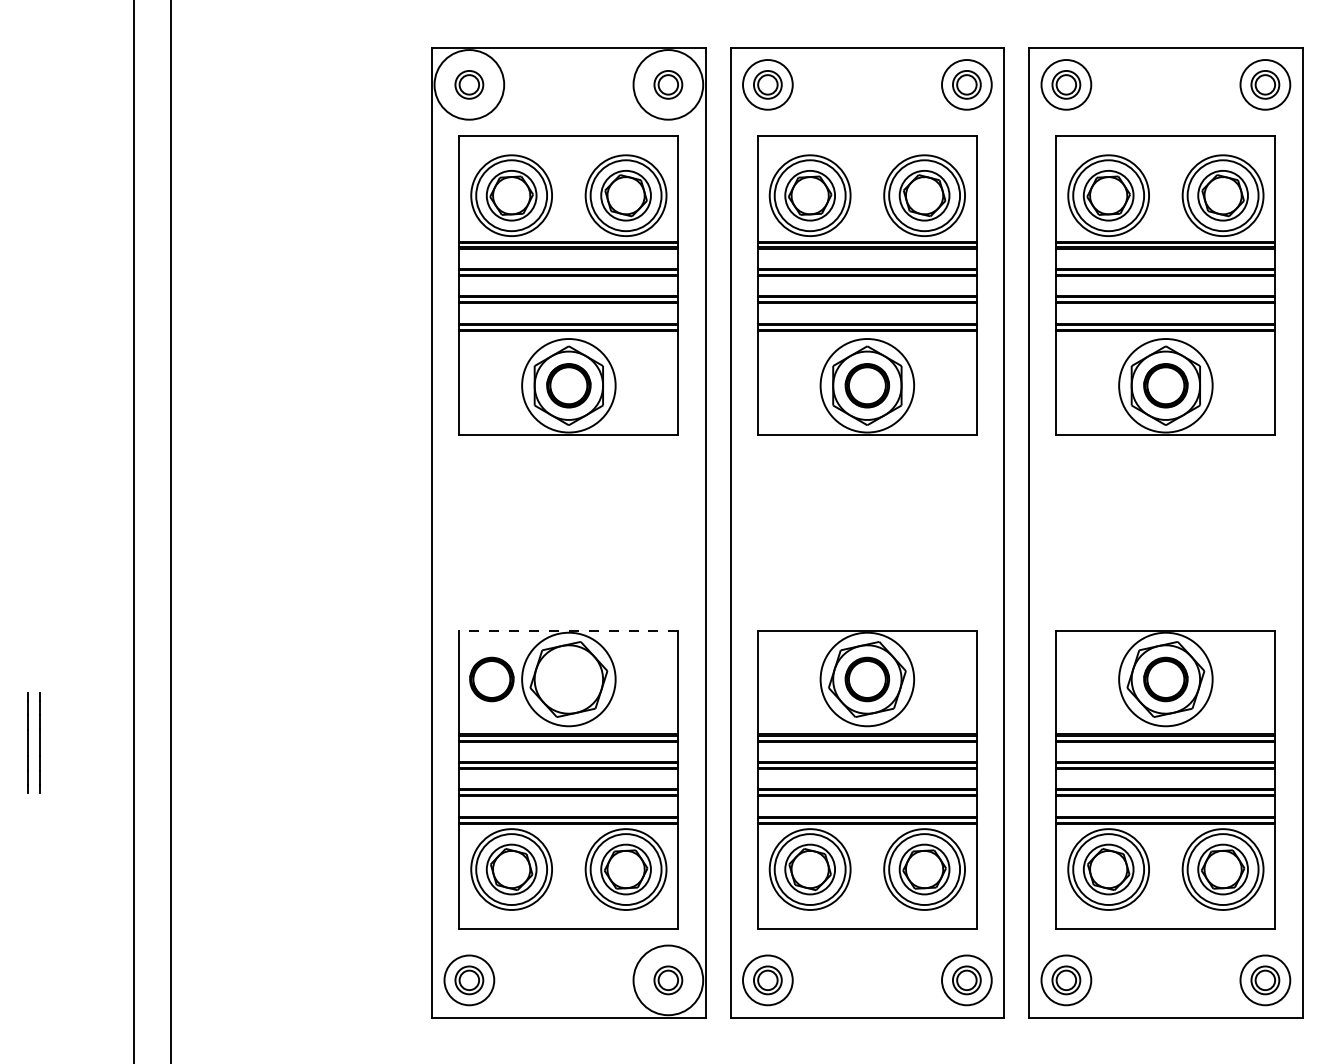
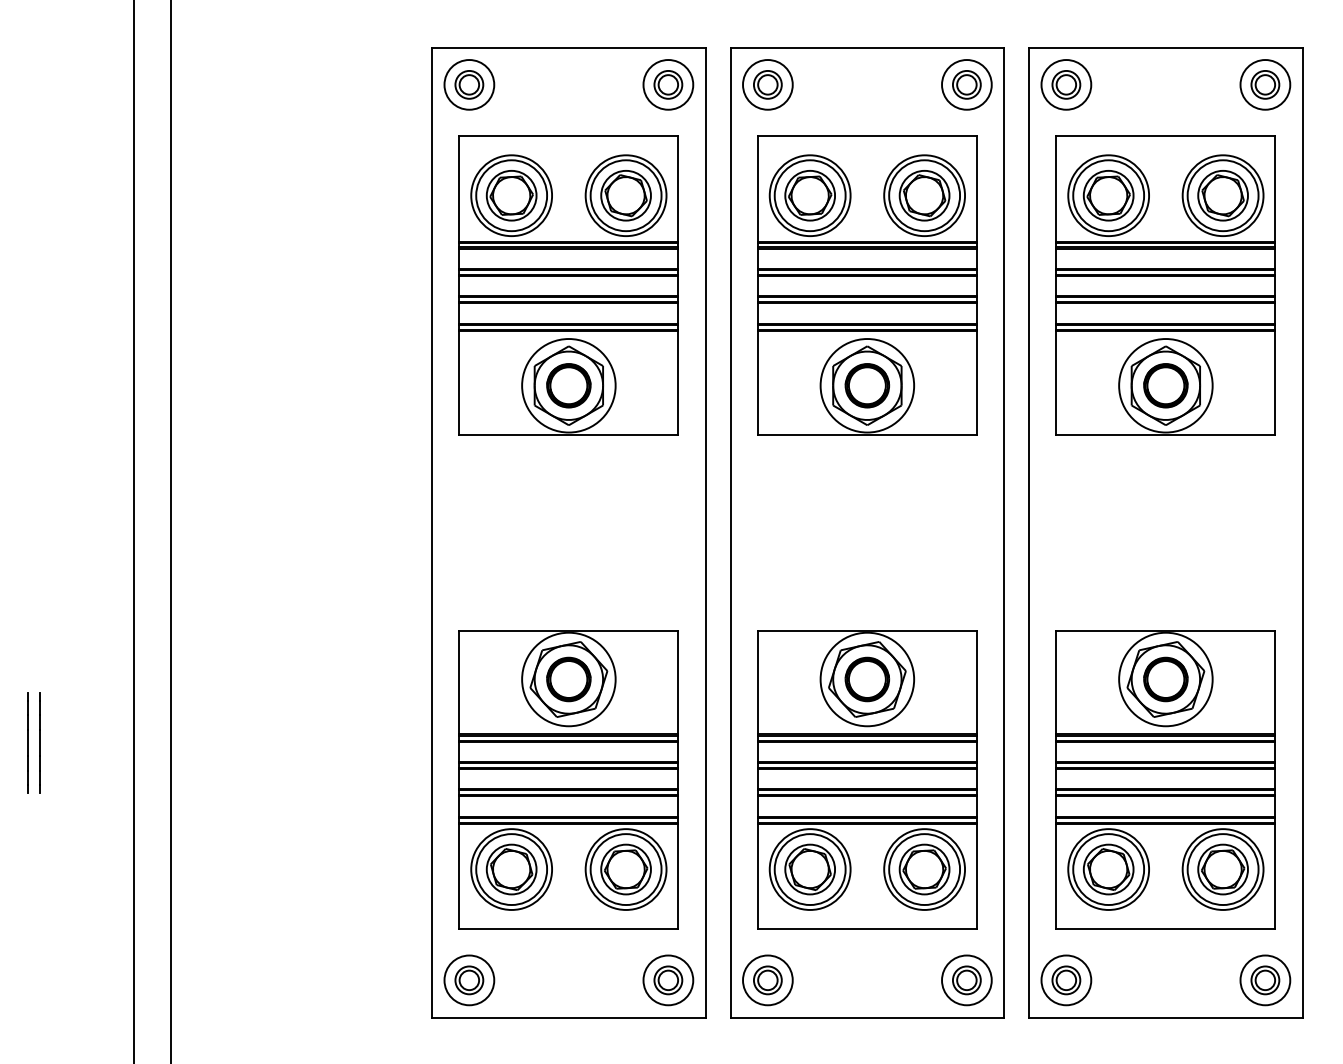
circle at (469, 84) diameter: 70 px -> 50 px
circle at (668, 84) diameter: 70 px -> 50 px
line at (568, 630): dashed -> solid
part at (491, 679) position: (491, 679) -> (568, 679)
circle at (668, 980) diameter: 70 px -> 50 px
